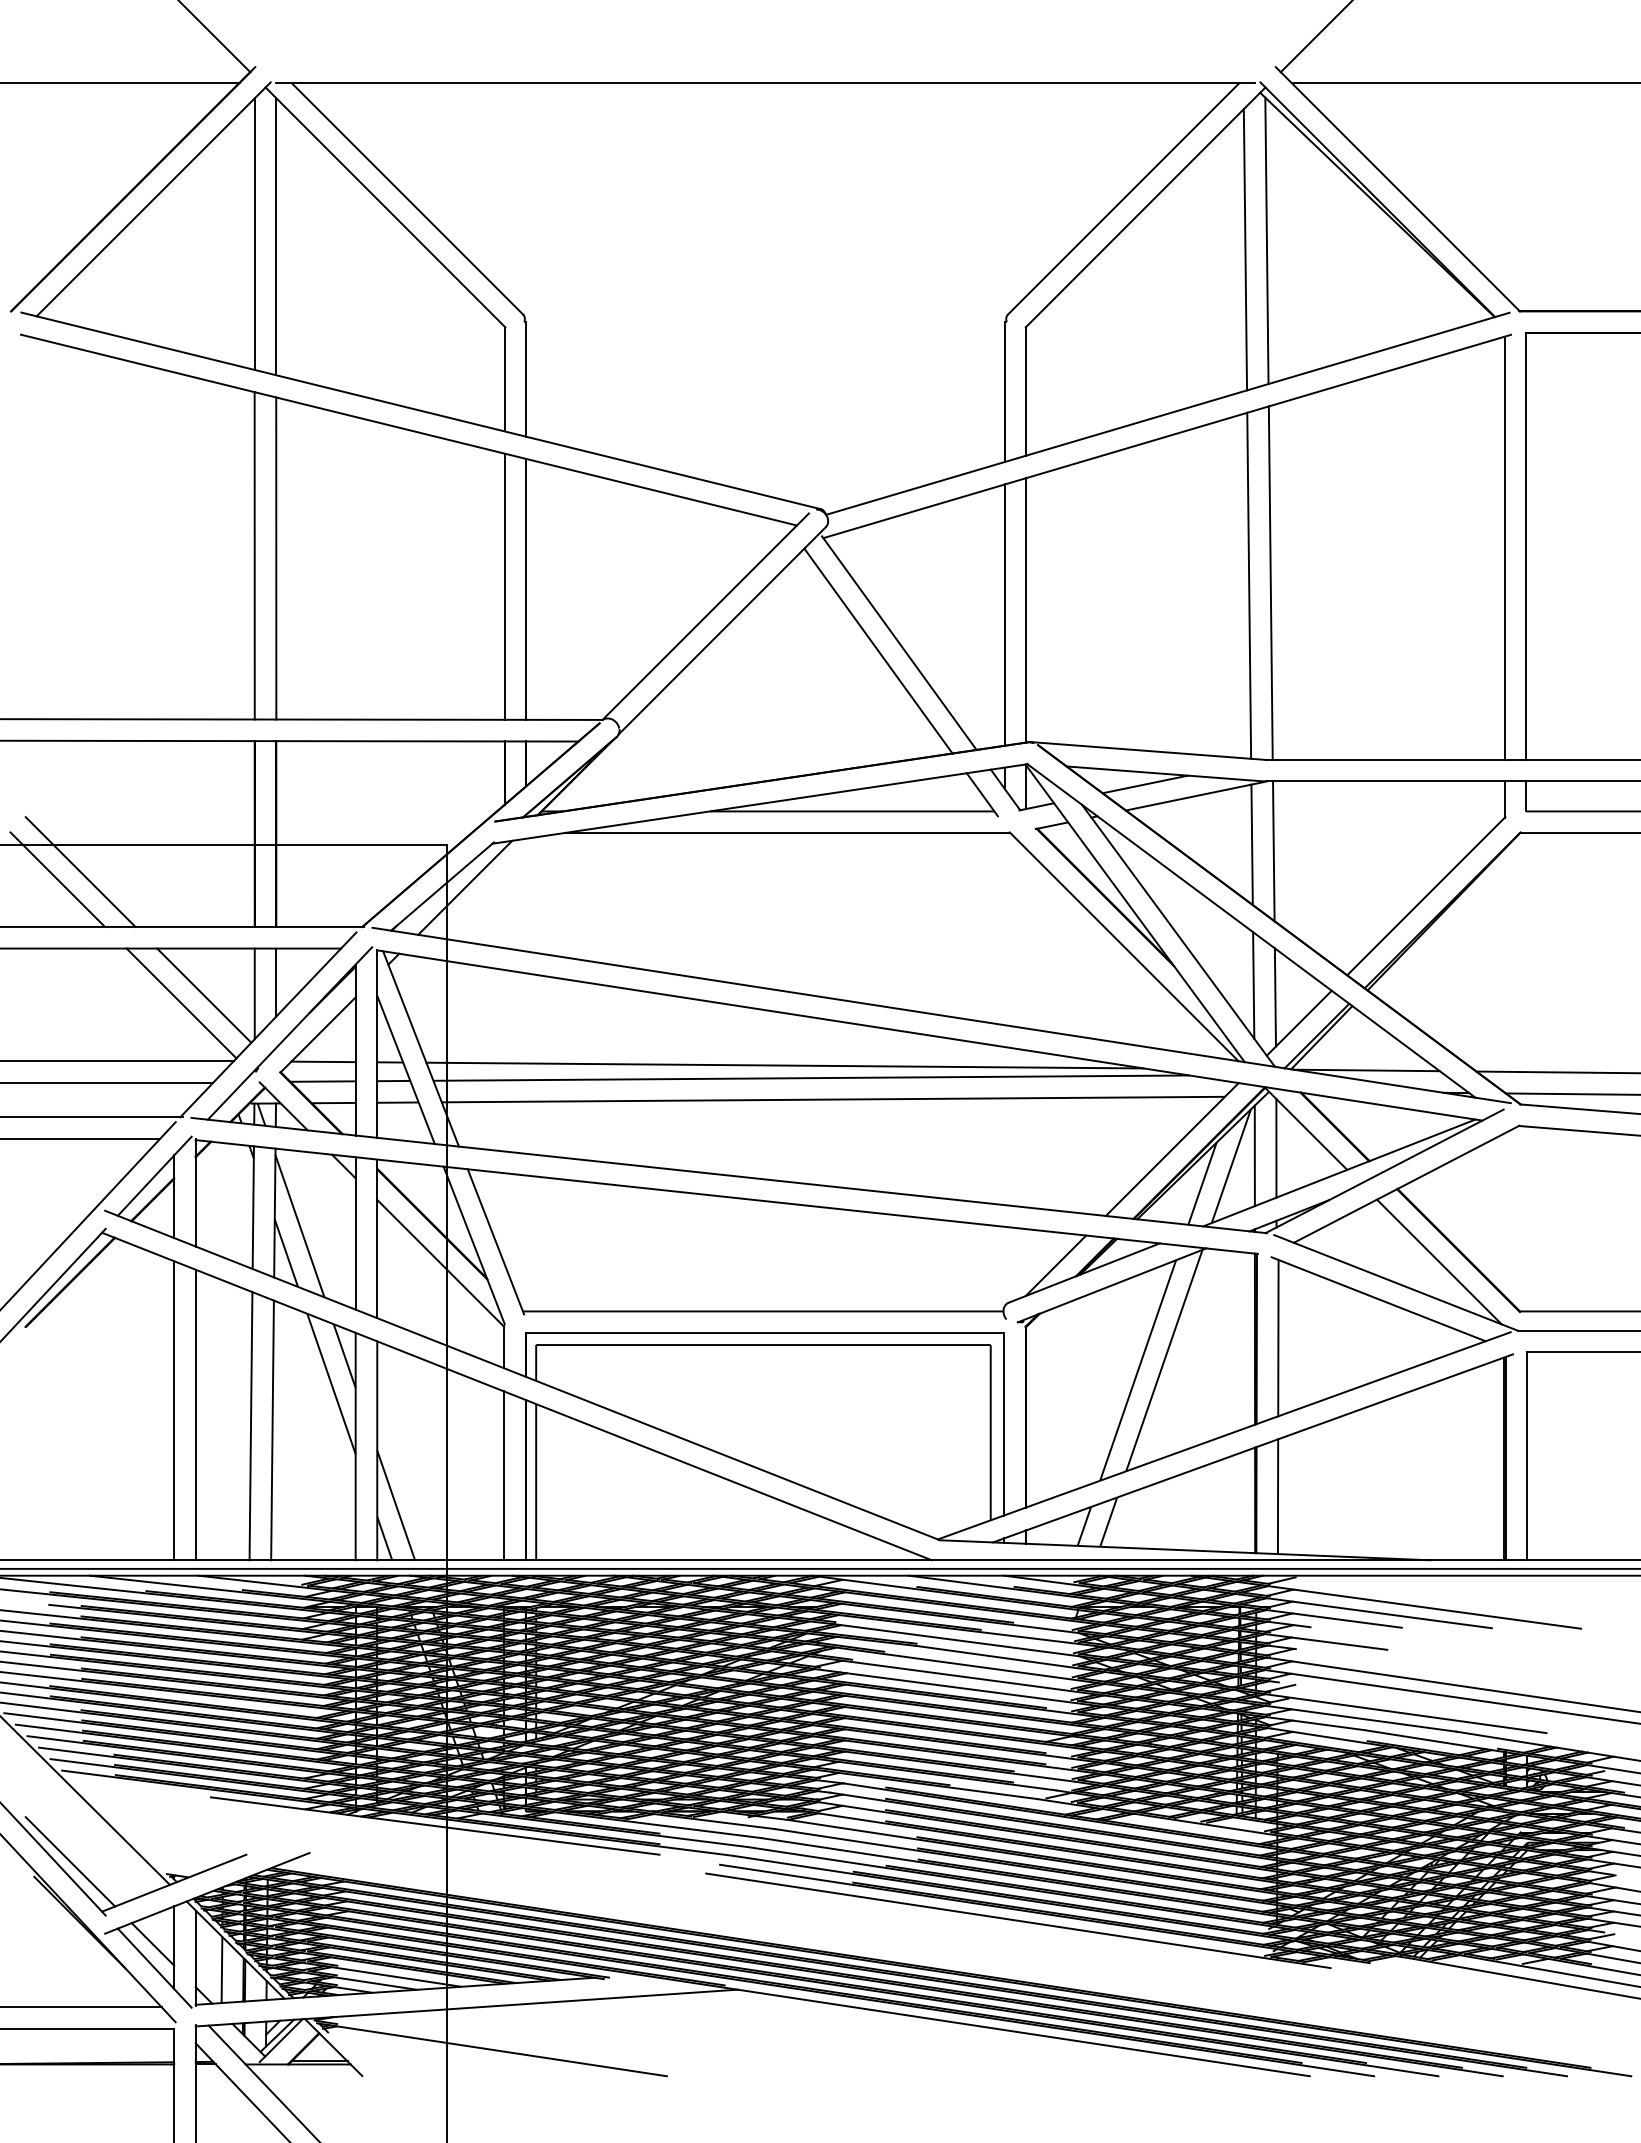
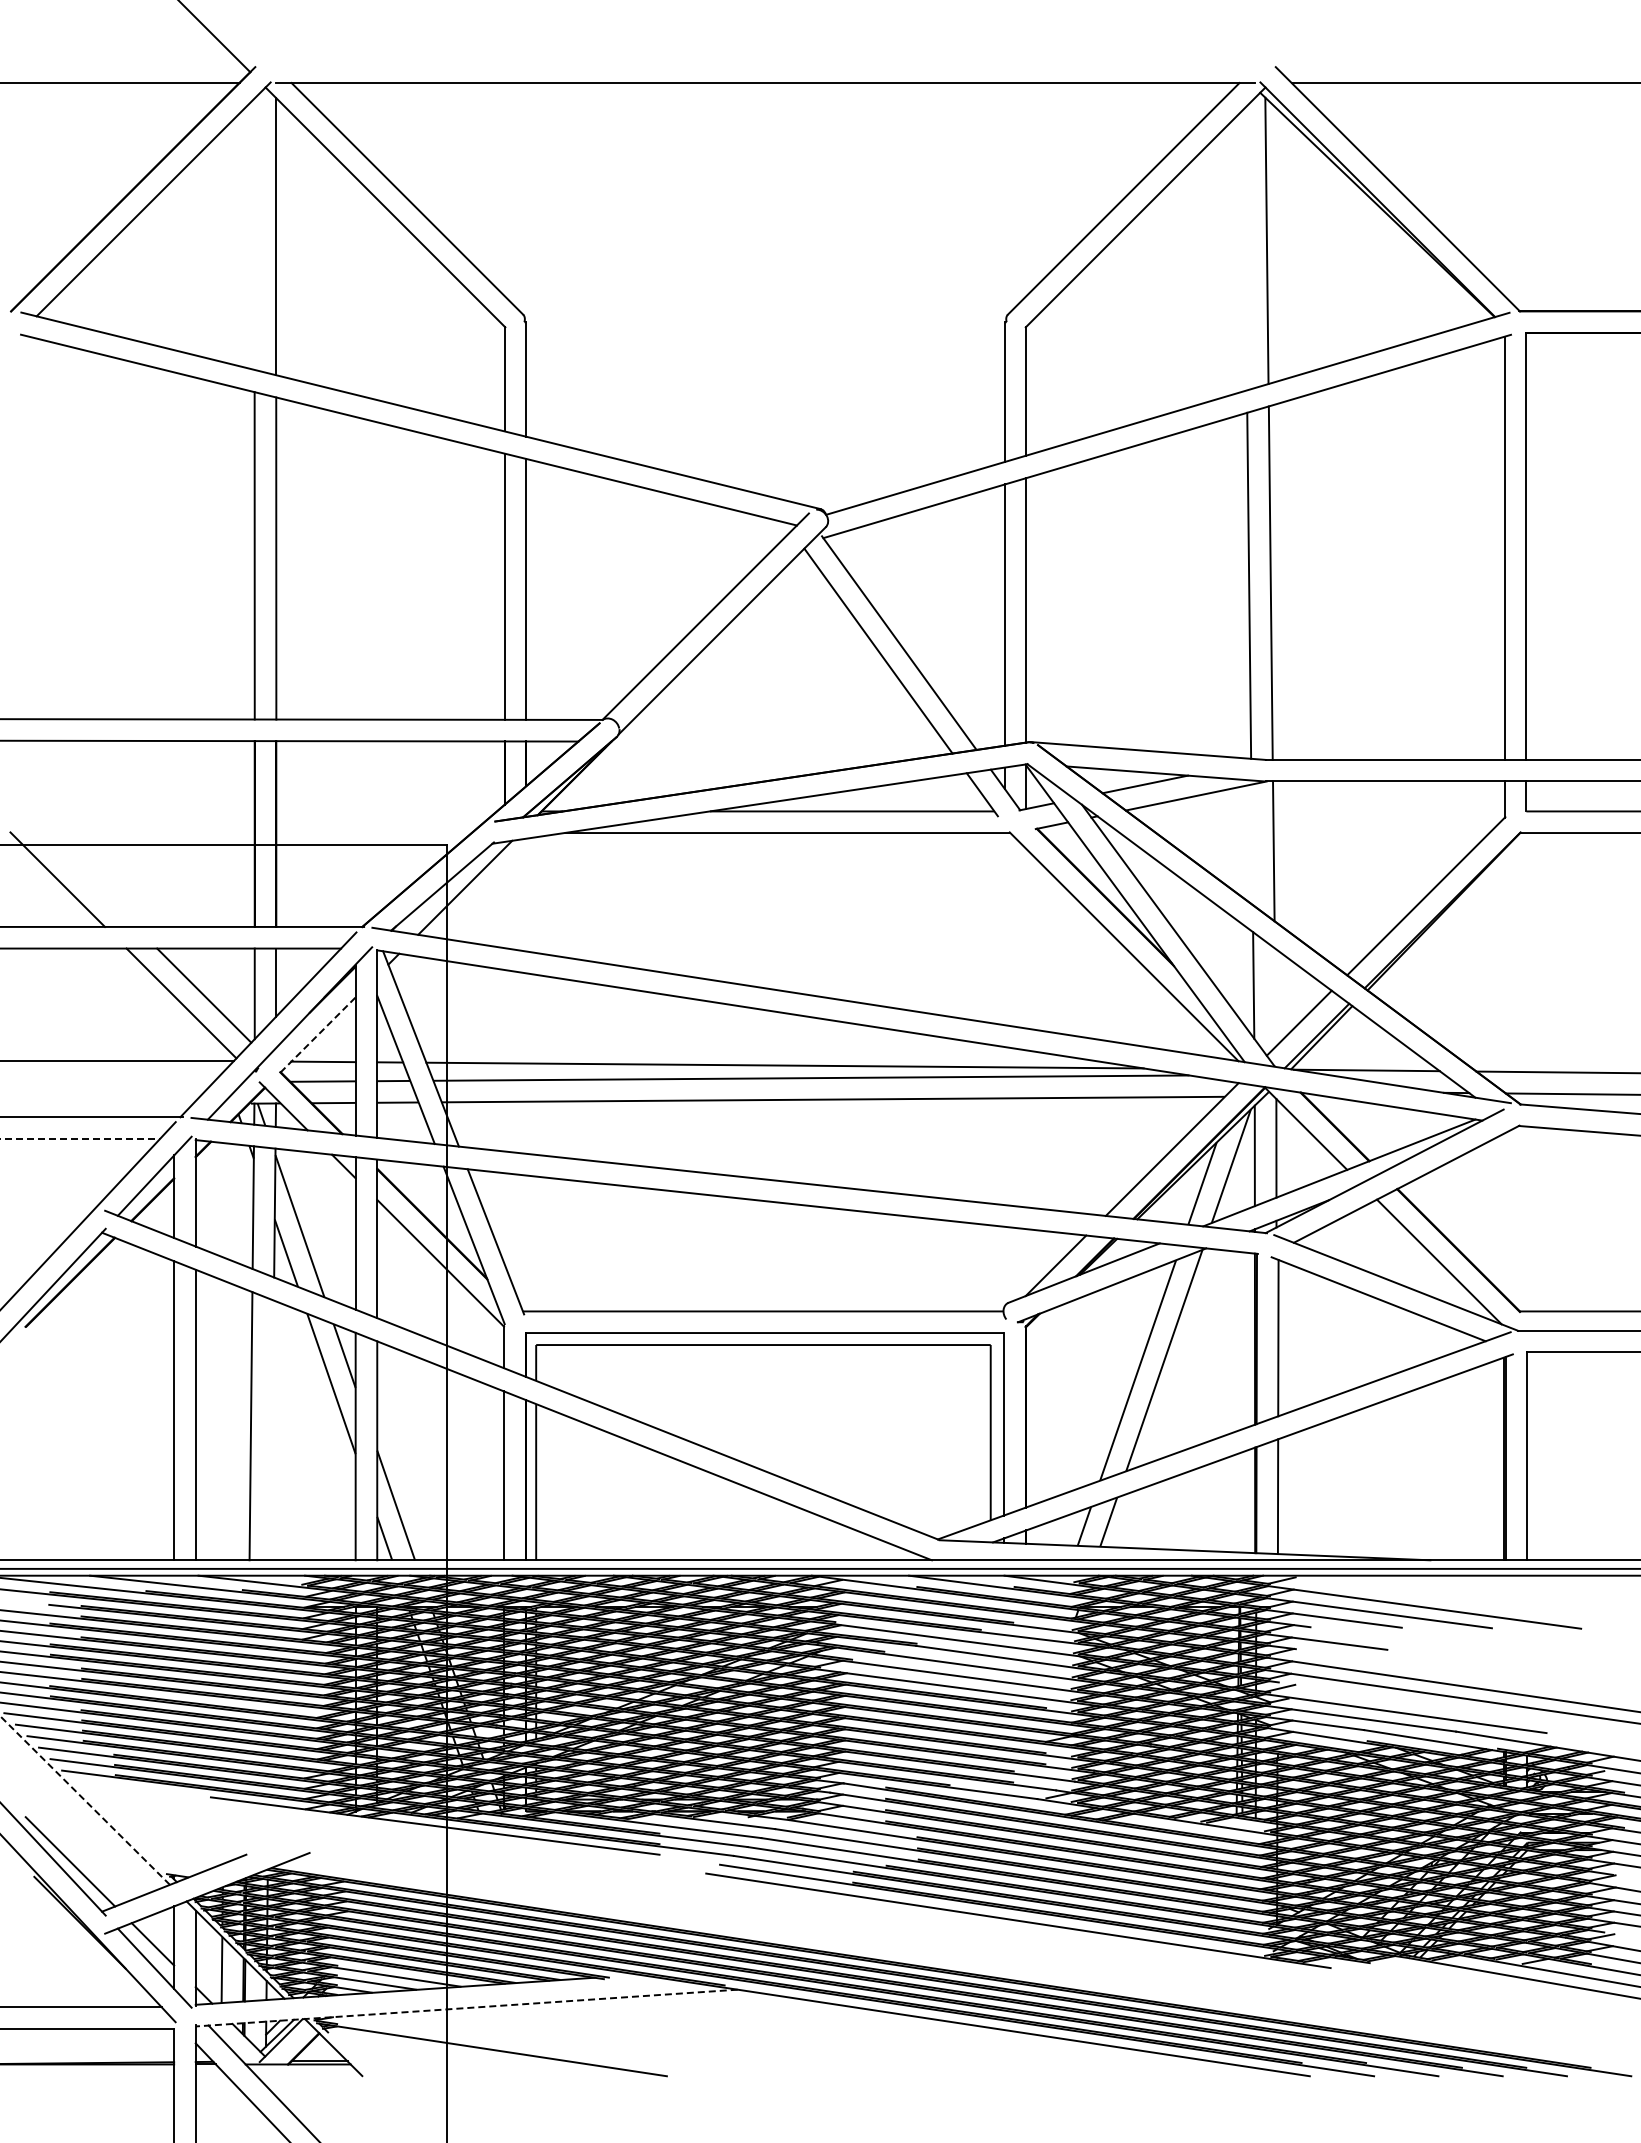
line at (1315, 37): present -> none
line at (254, 233): present -> none
line at (1245, 249): present -> none
line at (1251, 844): present -> none
line at (80, 871): present -> none
line at (1274, 997): present -> none
line at (318, 1034): solid -> dashed
line at (107, 1083): present -> none
line at (80, 1138): solid -> dashed
line at (272, 1430): present -> none
line at (84, 1800): solid -> dashed
line at (466, 2008): solid -> dashed
